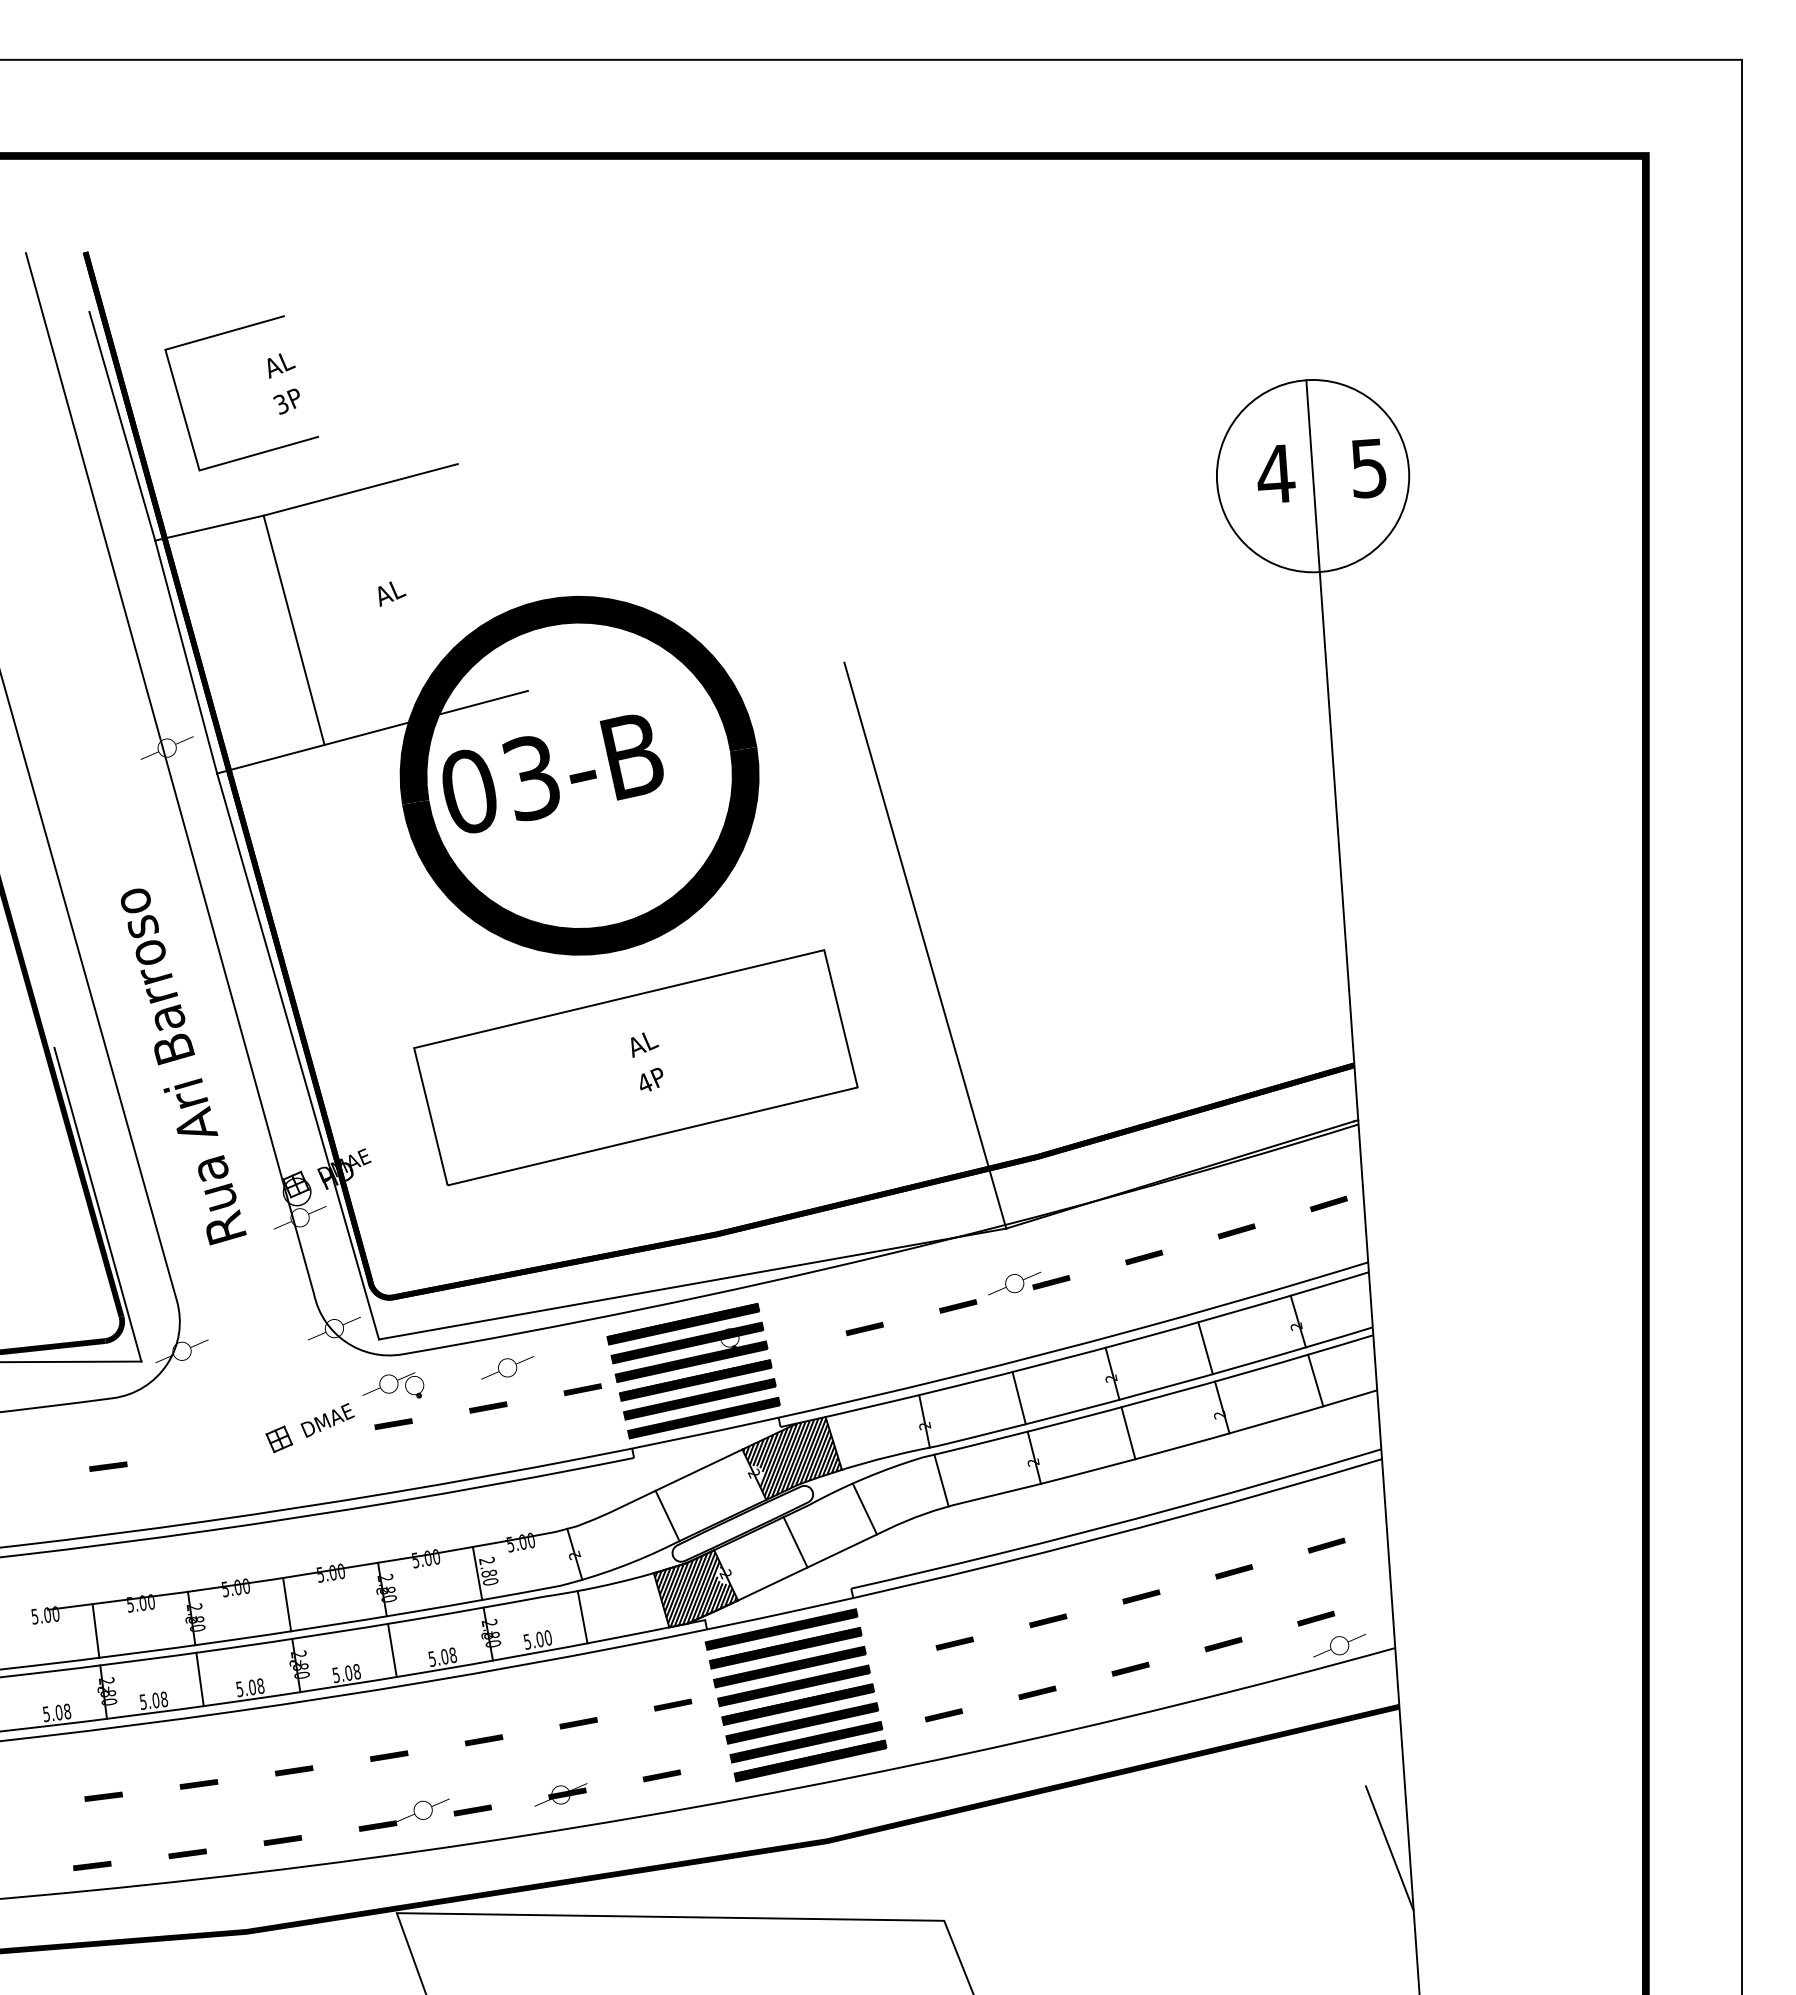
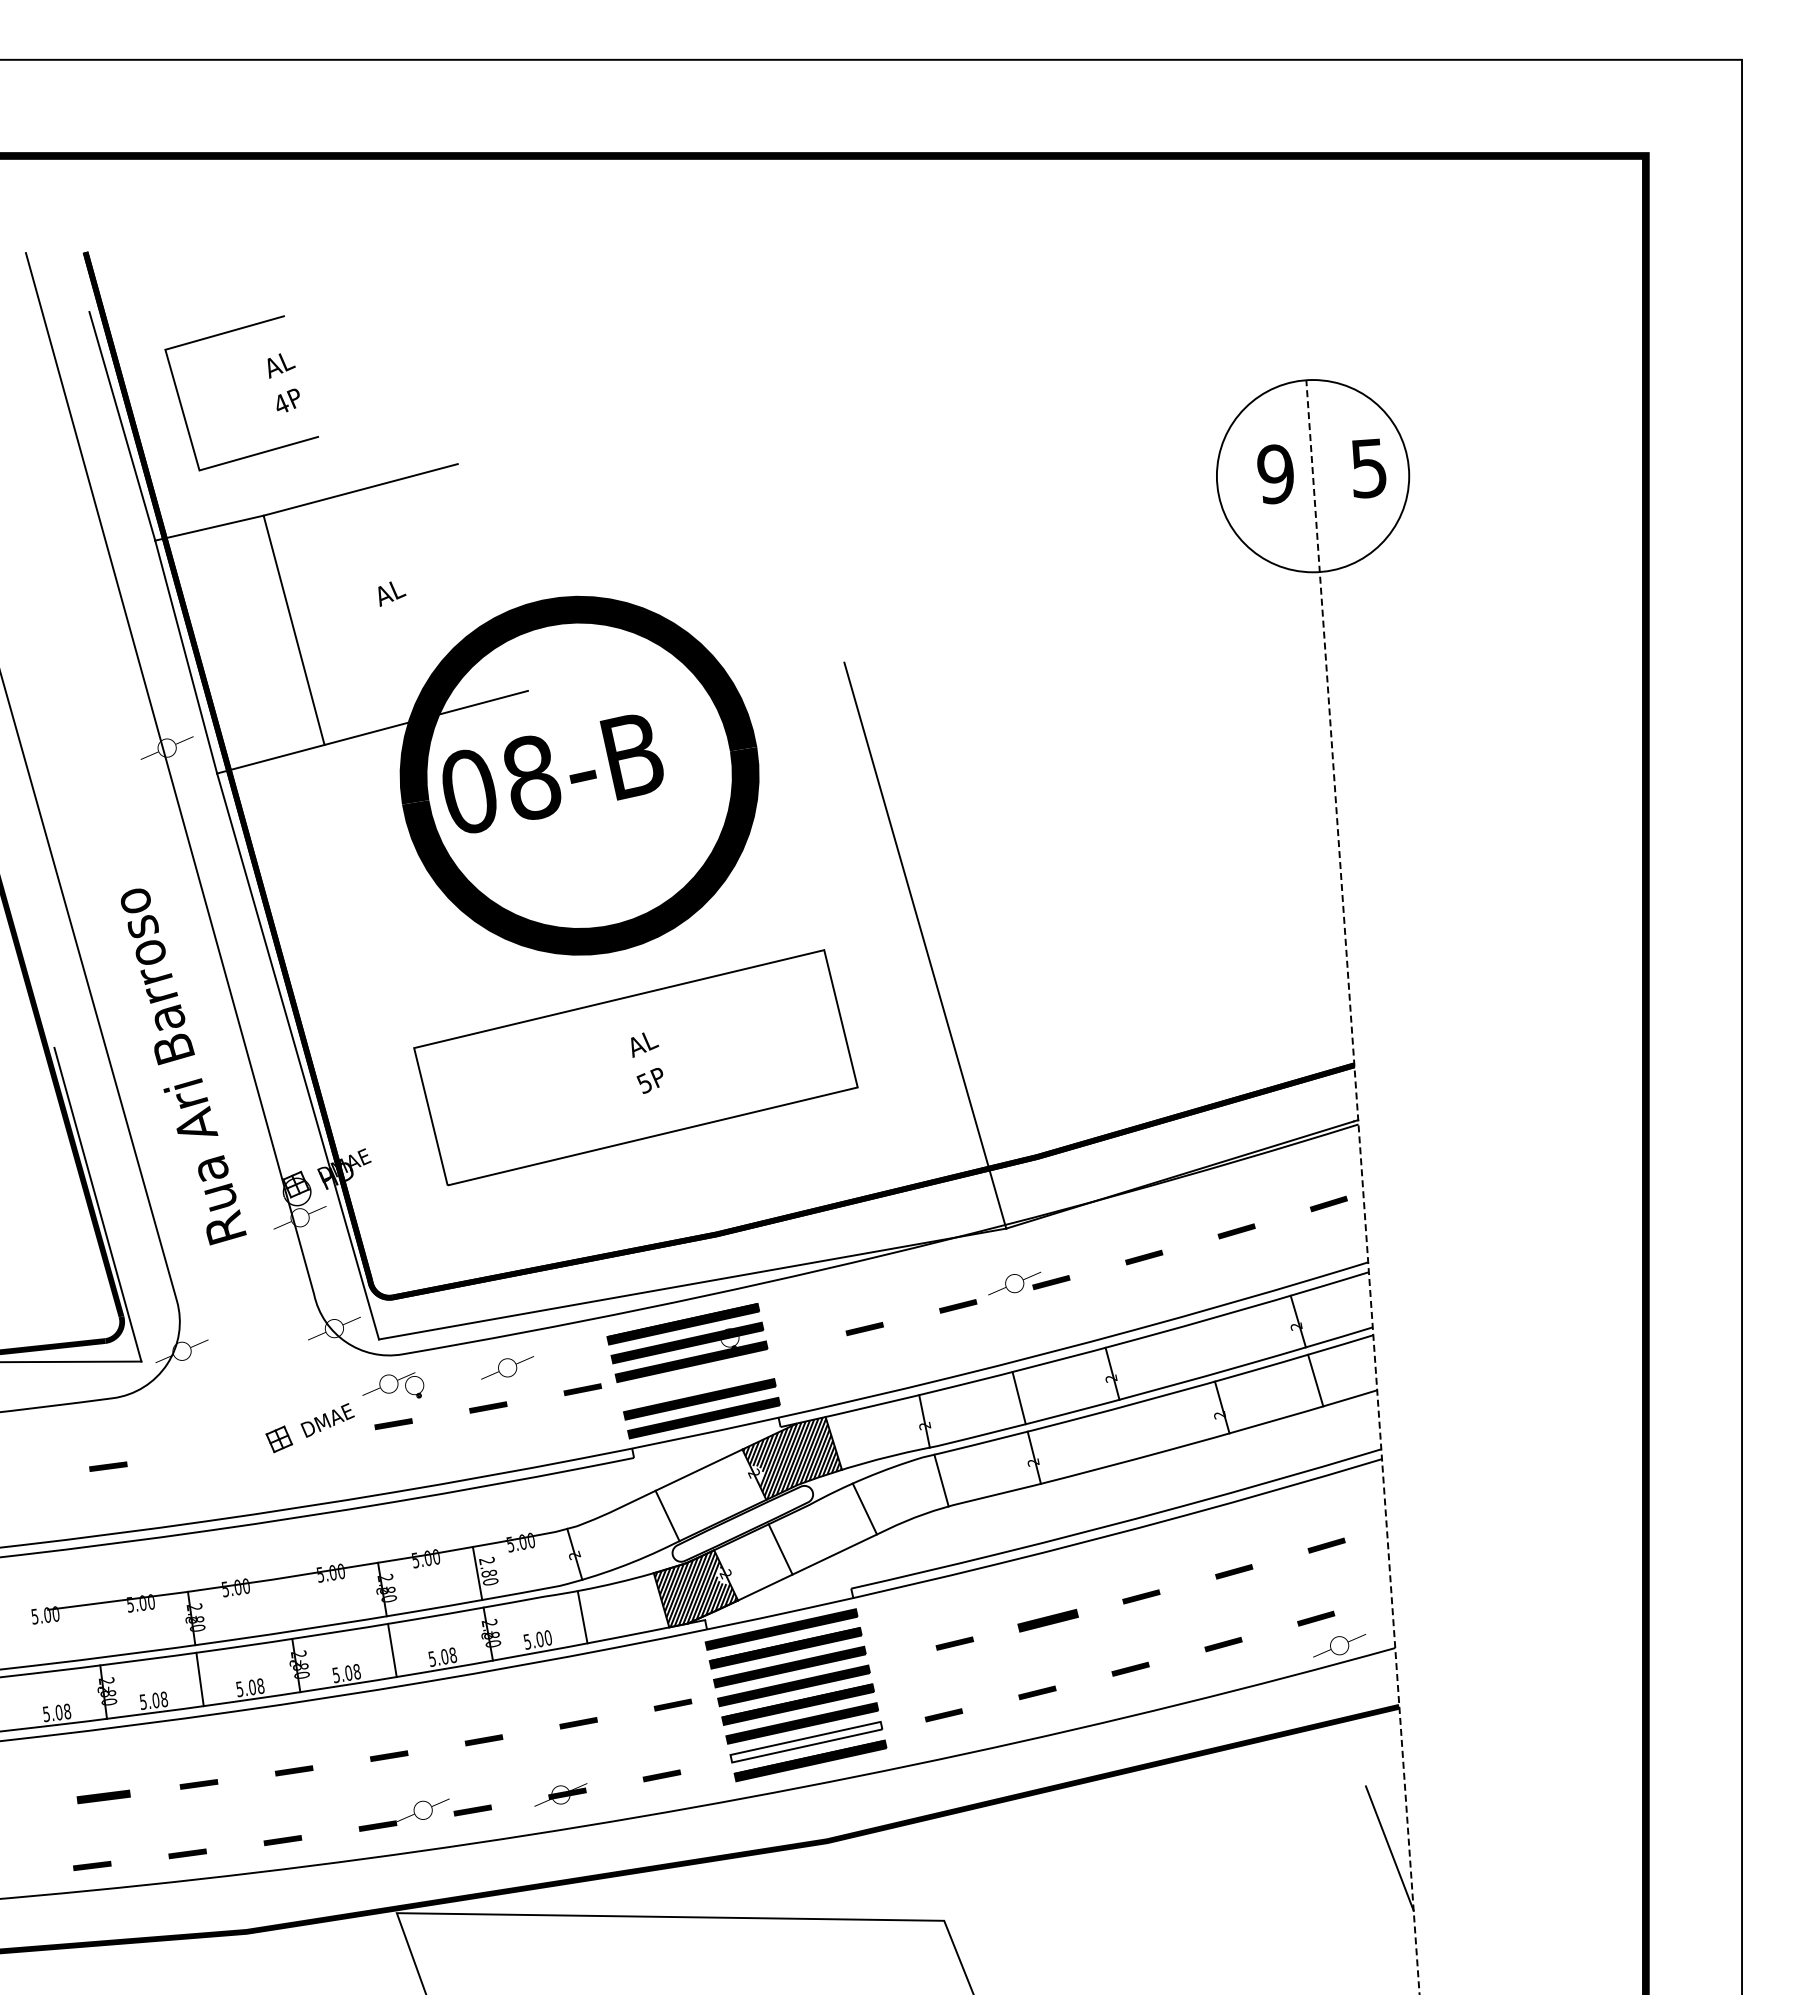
text at (280, 404): 3P -> 4P
text at (1276, 474): 4 -> 9
text at (531, 778): 03-B -> 08-B
text at (644, 1083): 4P -> 5P
line at (1362, 1187): solid -> dashed
line at (1205, 1348): present -> none
part at (695, 1380): present -> none
line at (1128, 1433): present -> none
line at (795, 1542) position: (795, 1542) -> (780, 1549)
line at (287, 1604): present -> none
part at (1048, 1620) size: 39x16 px -> 62x25 px
line at (95, 1630): present -> none
fill at (806, 1741): present -> none
part at (103, 1796) size: 39x11 px -> 55x16 px
